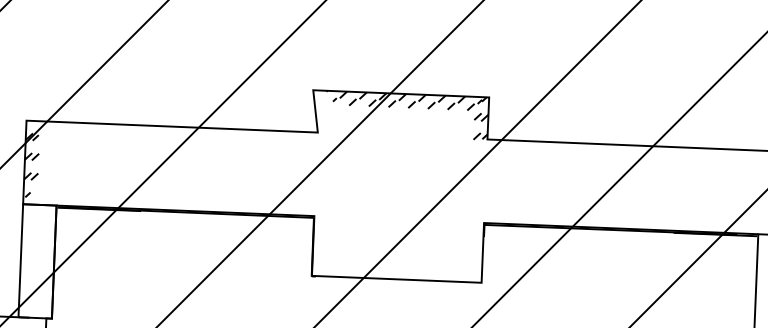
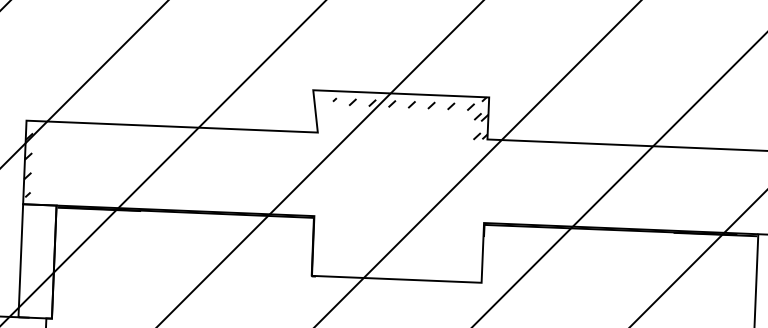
hatch at (404, 96): present -> none
hatch at (35, 157): present -> none
